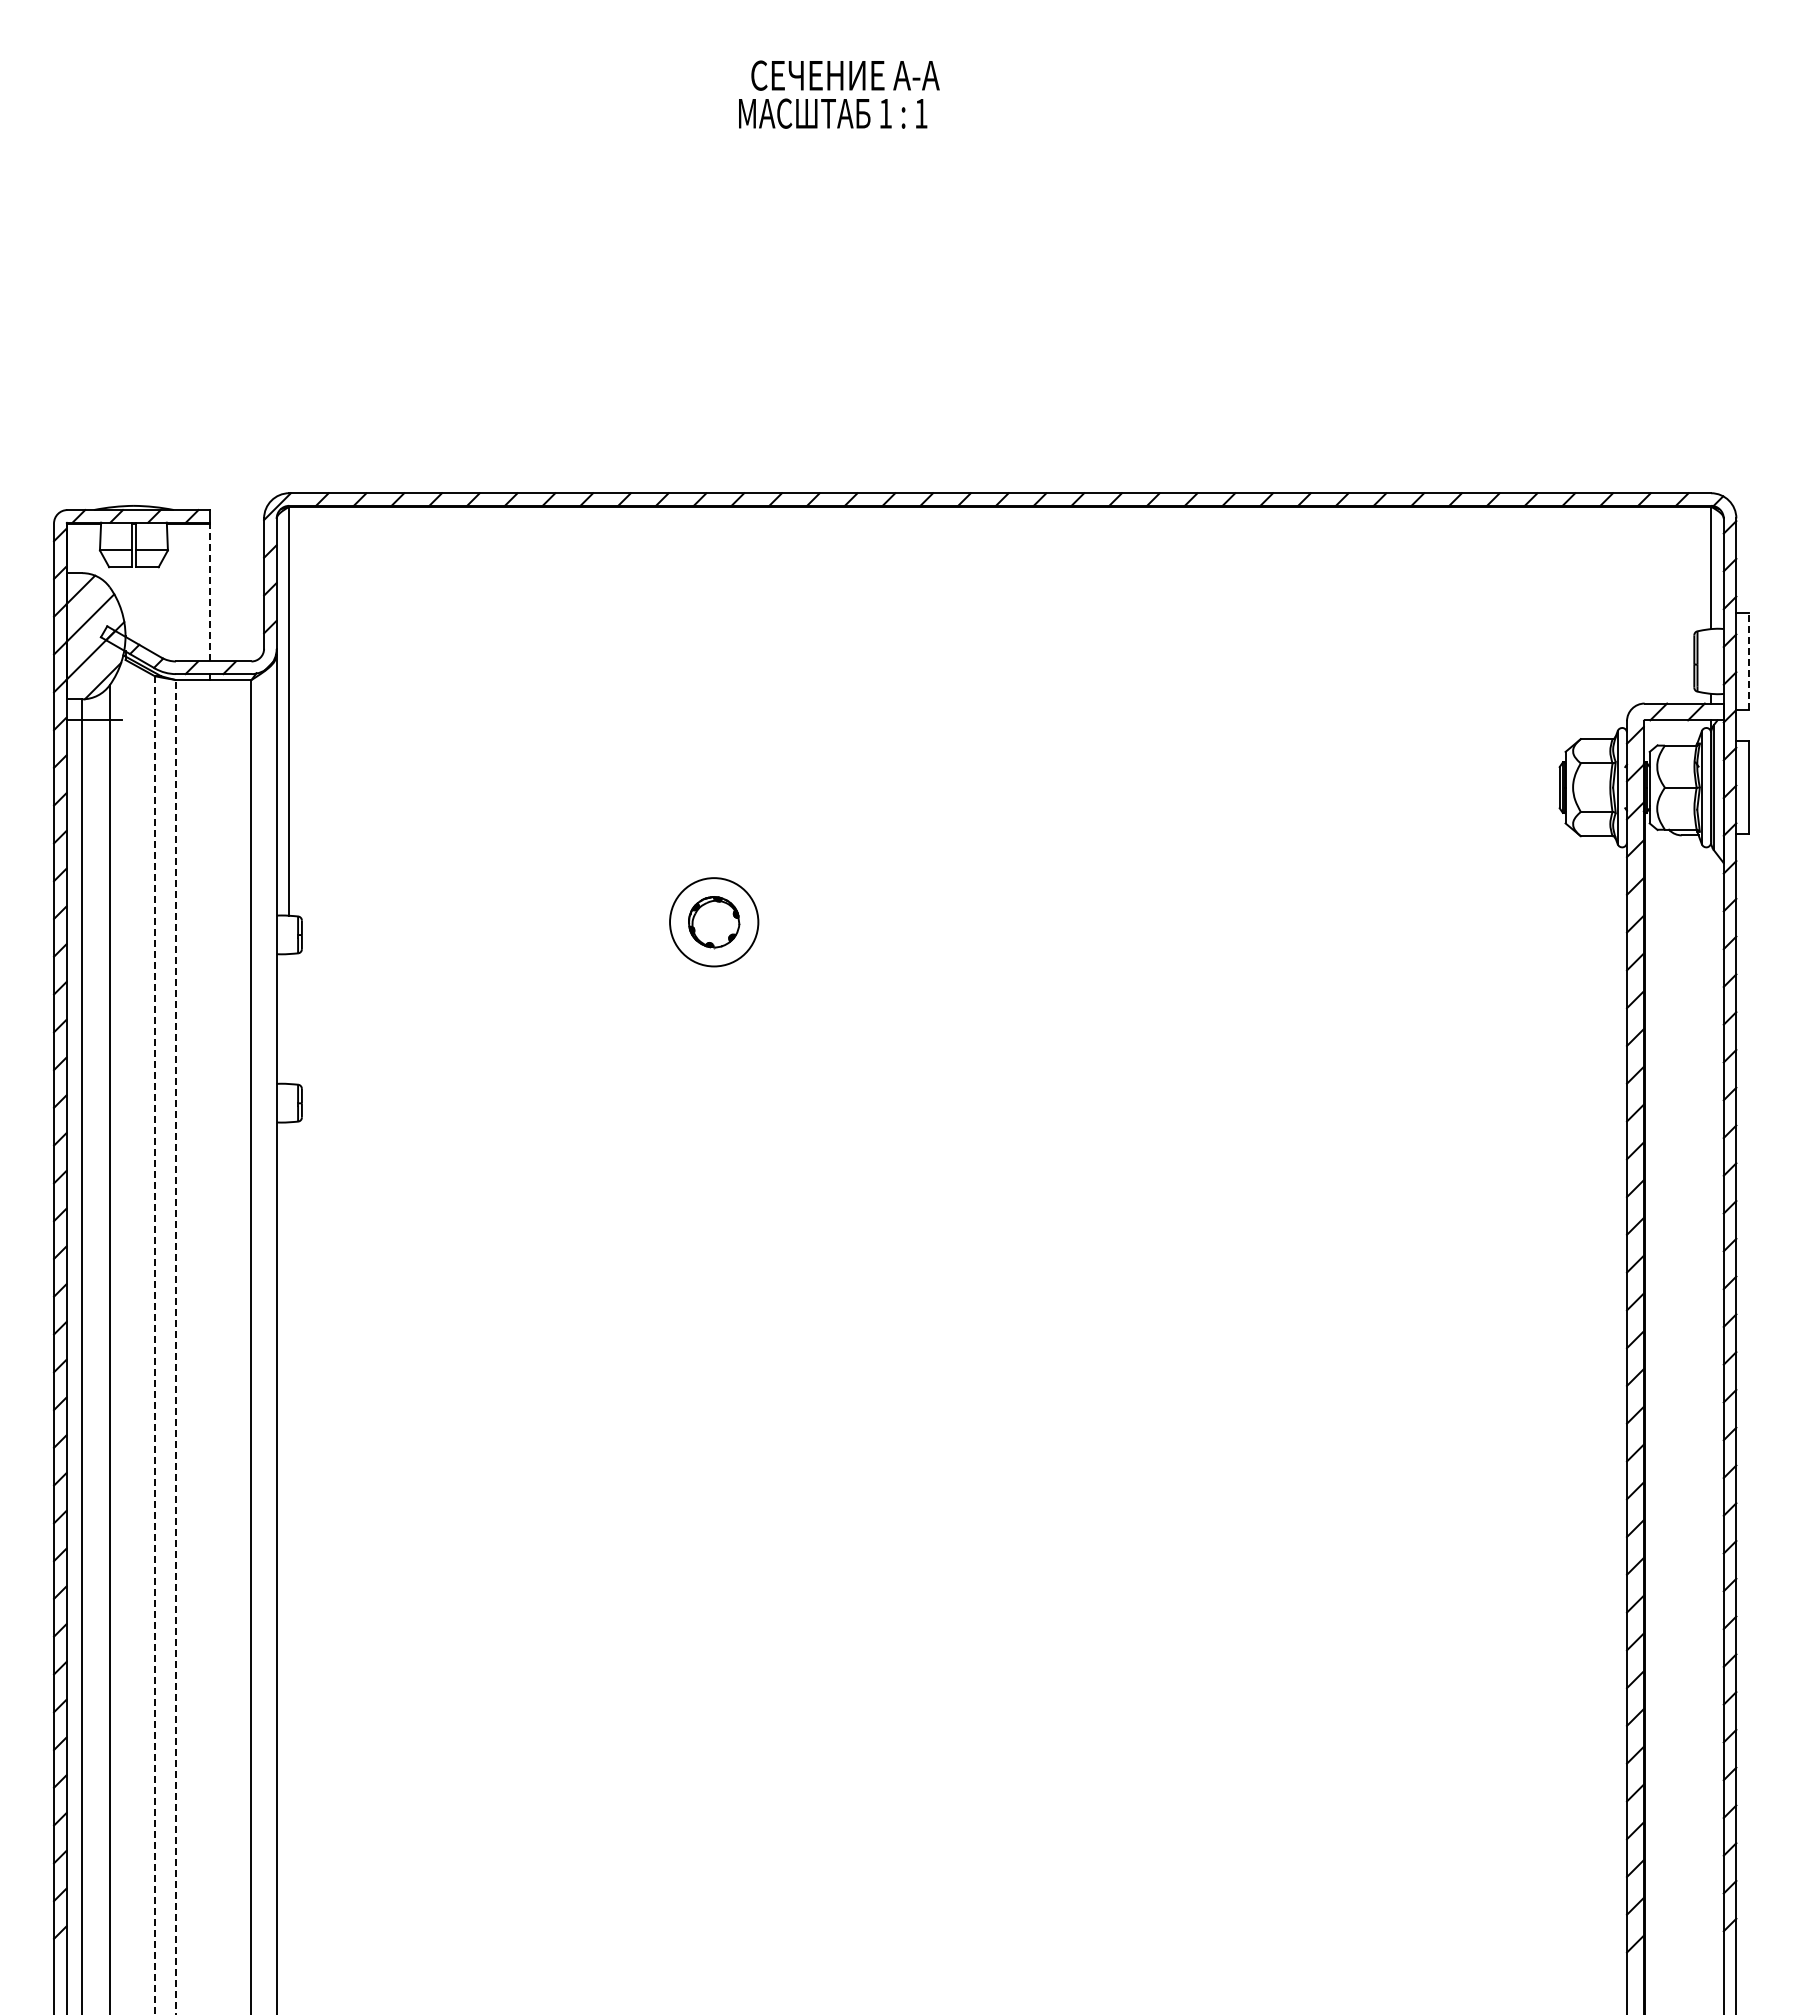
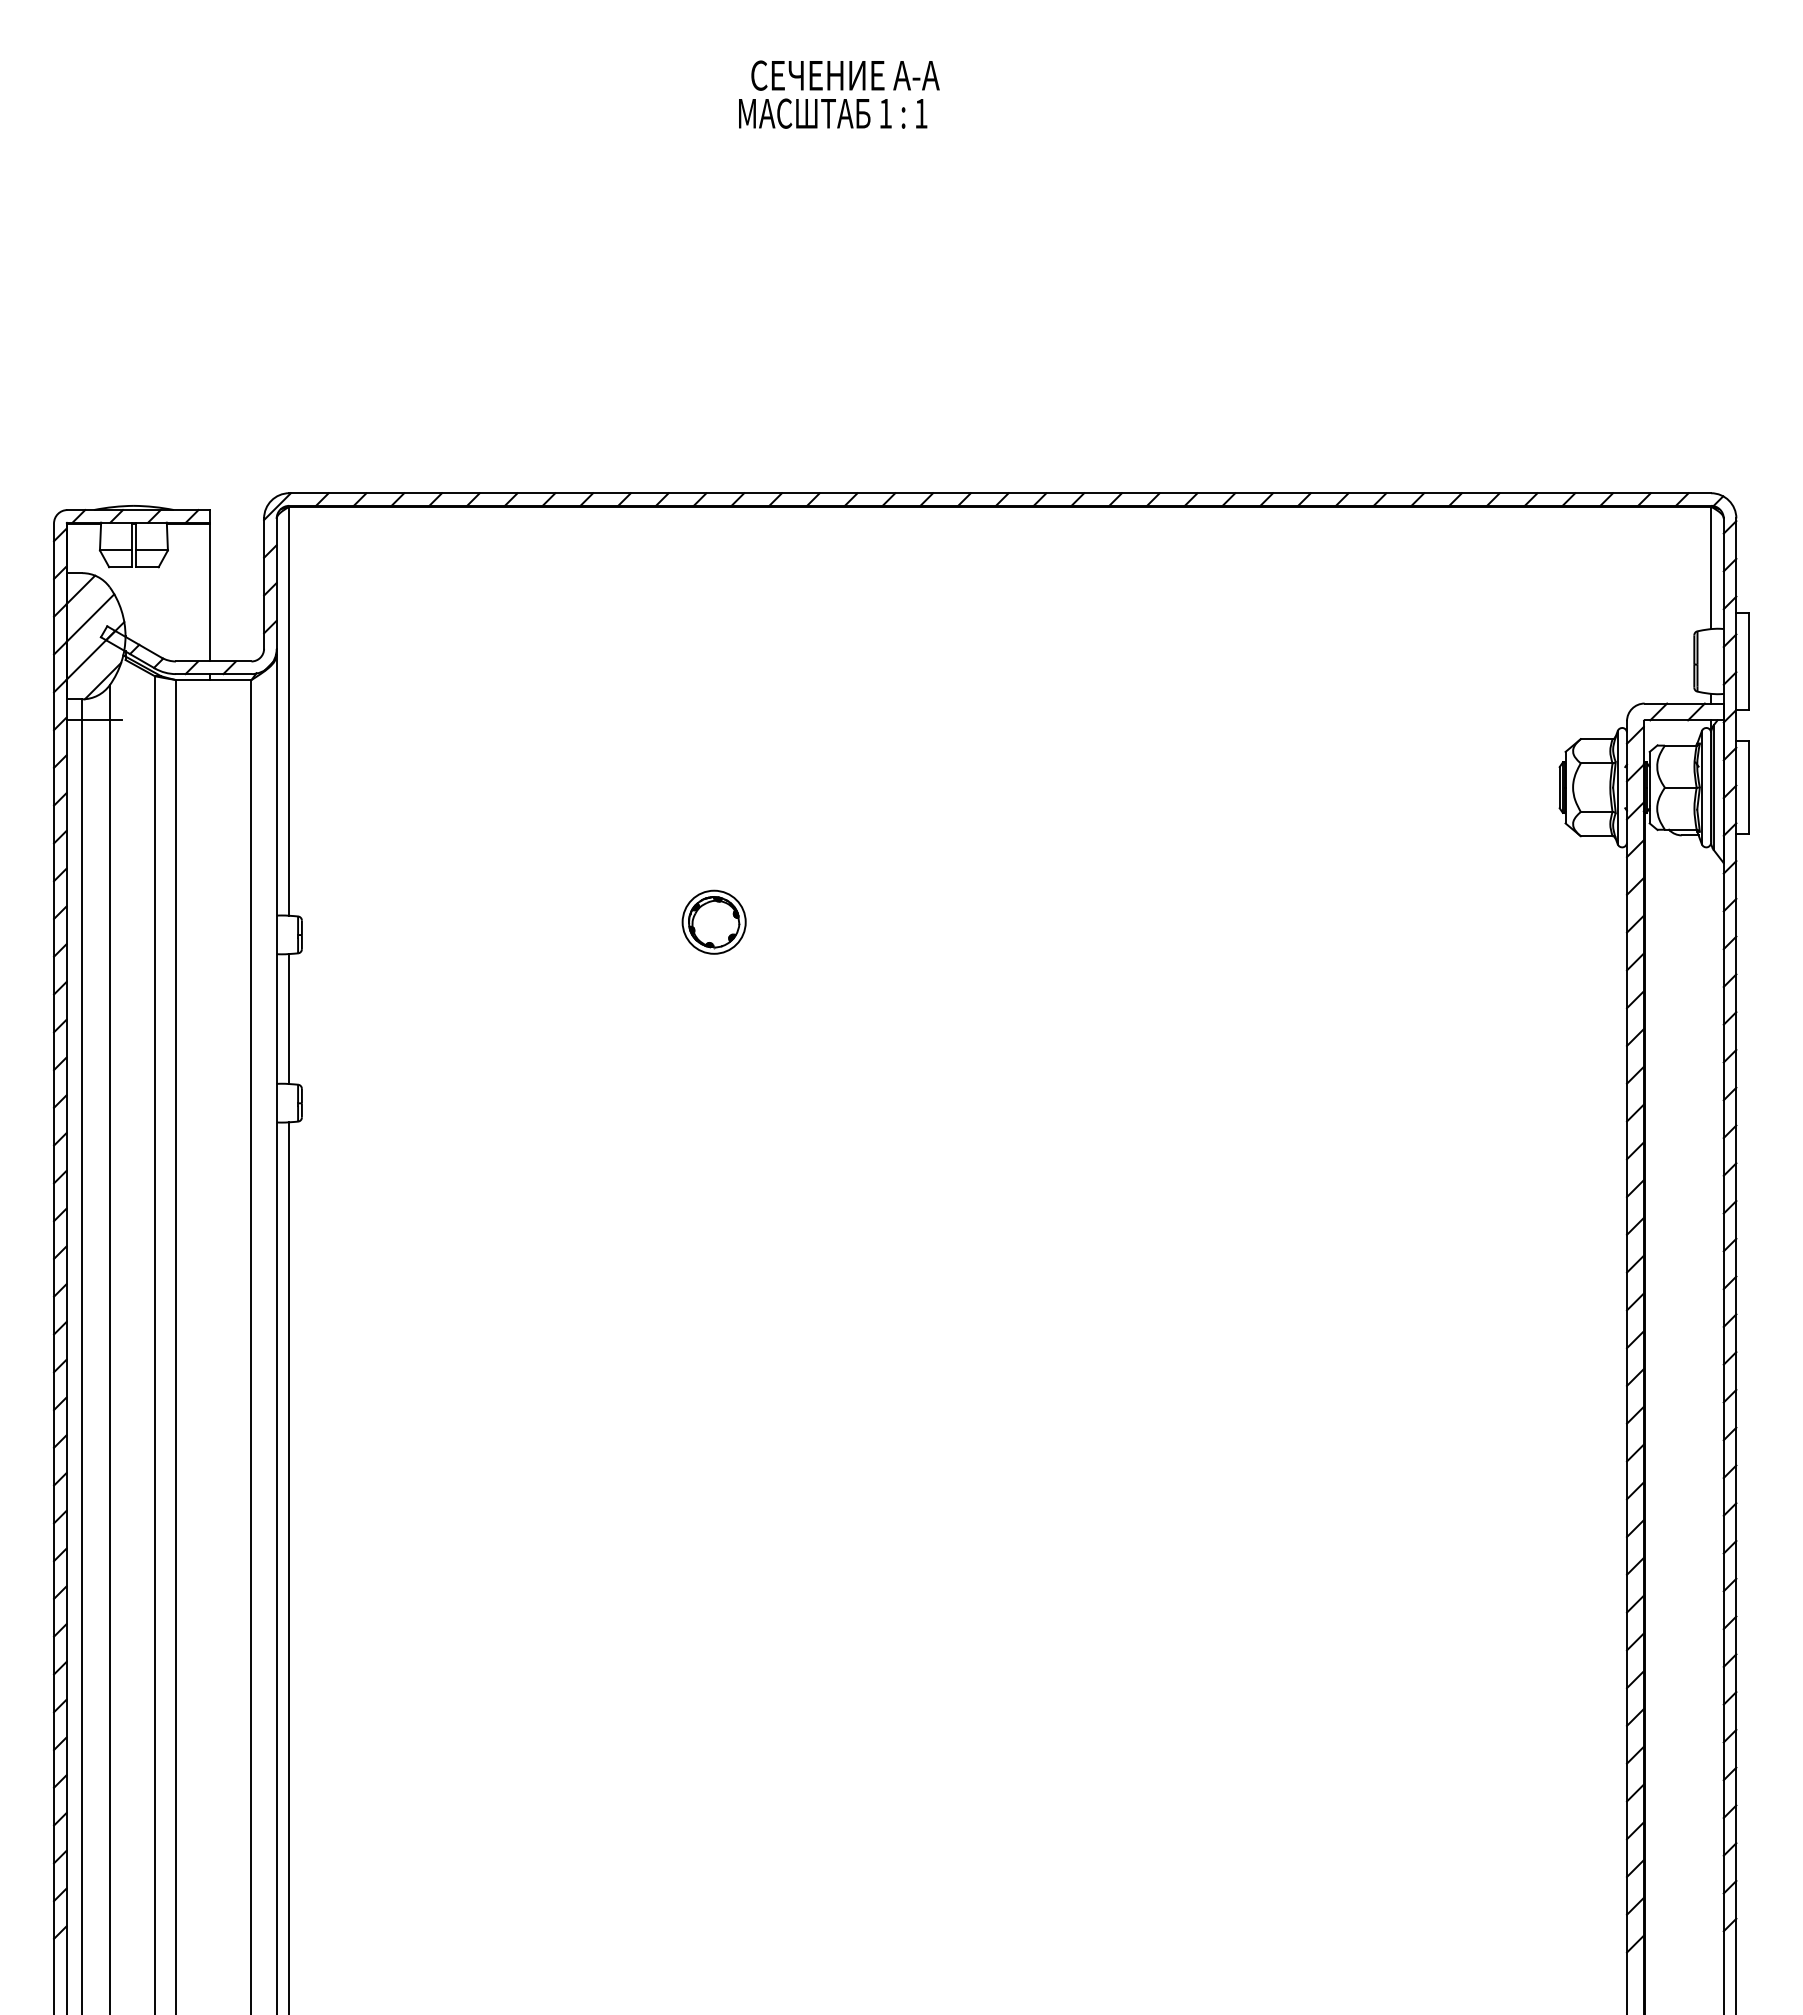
line at (209, 592): dashed -> solid
line at (1748, 660): dashed -> solid
circle at (714, 922) diameter: 88 px -> 63 px
line at (289, 1018): none -> present
line at (154, 1346): dashed -> solid
line at (176, 1346): dashed -> solid
line at (289, 1566): none -> present
